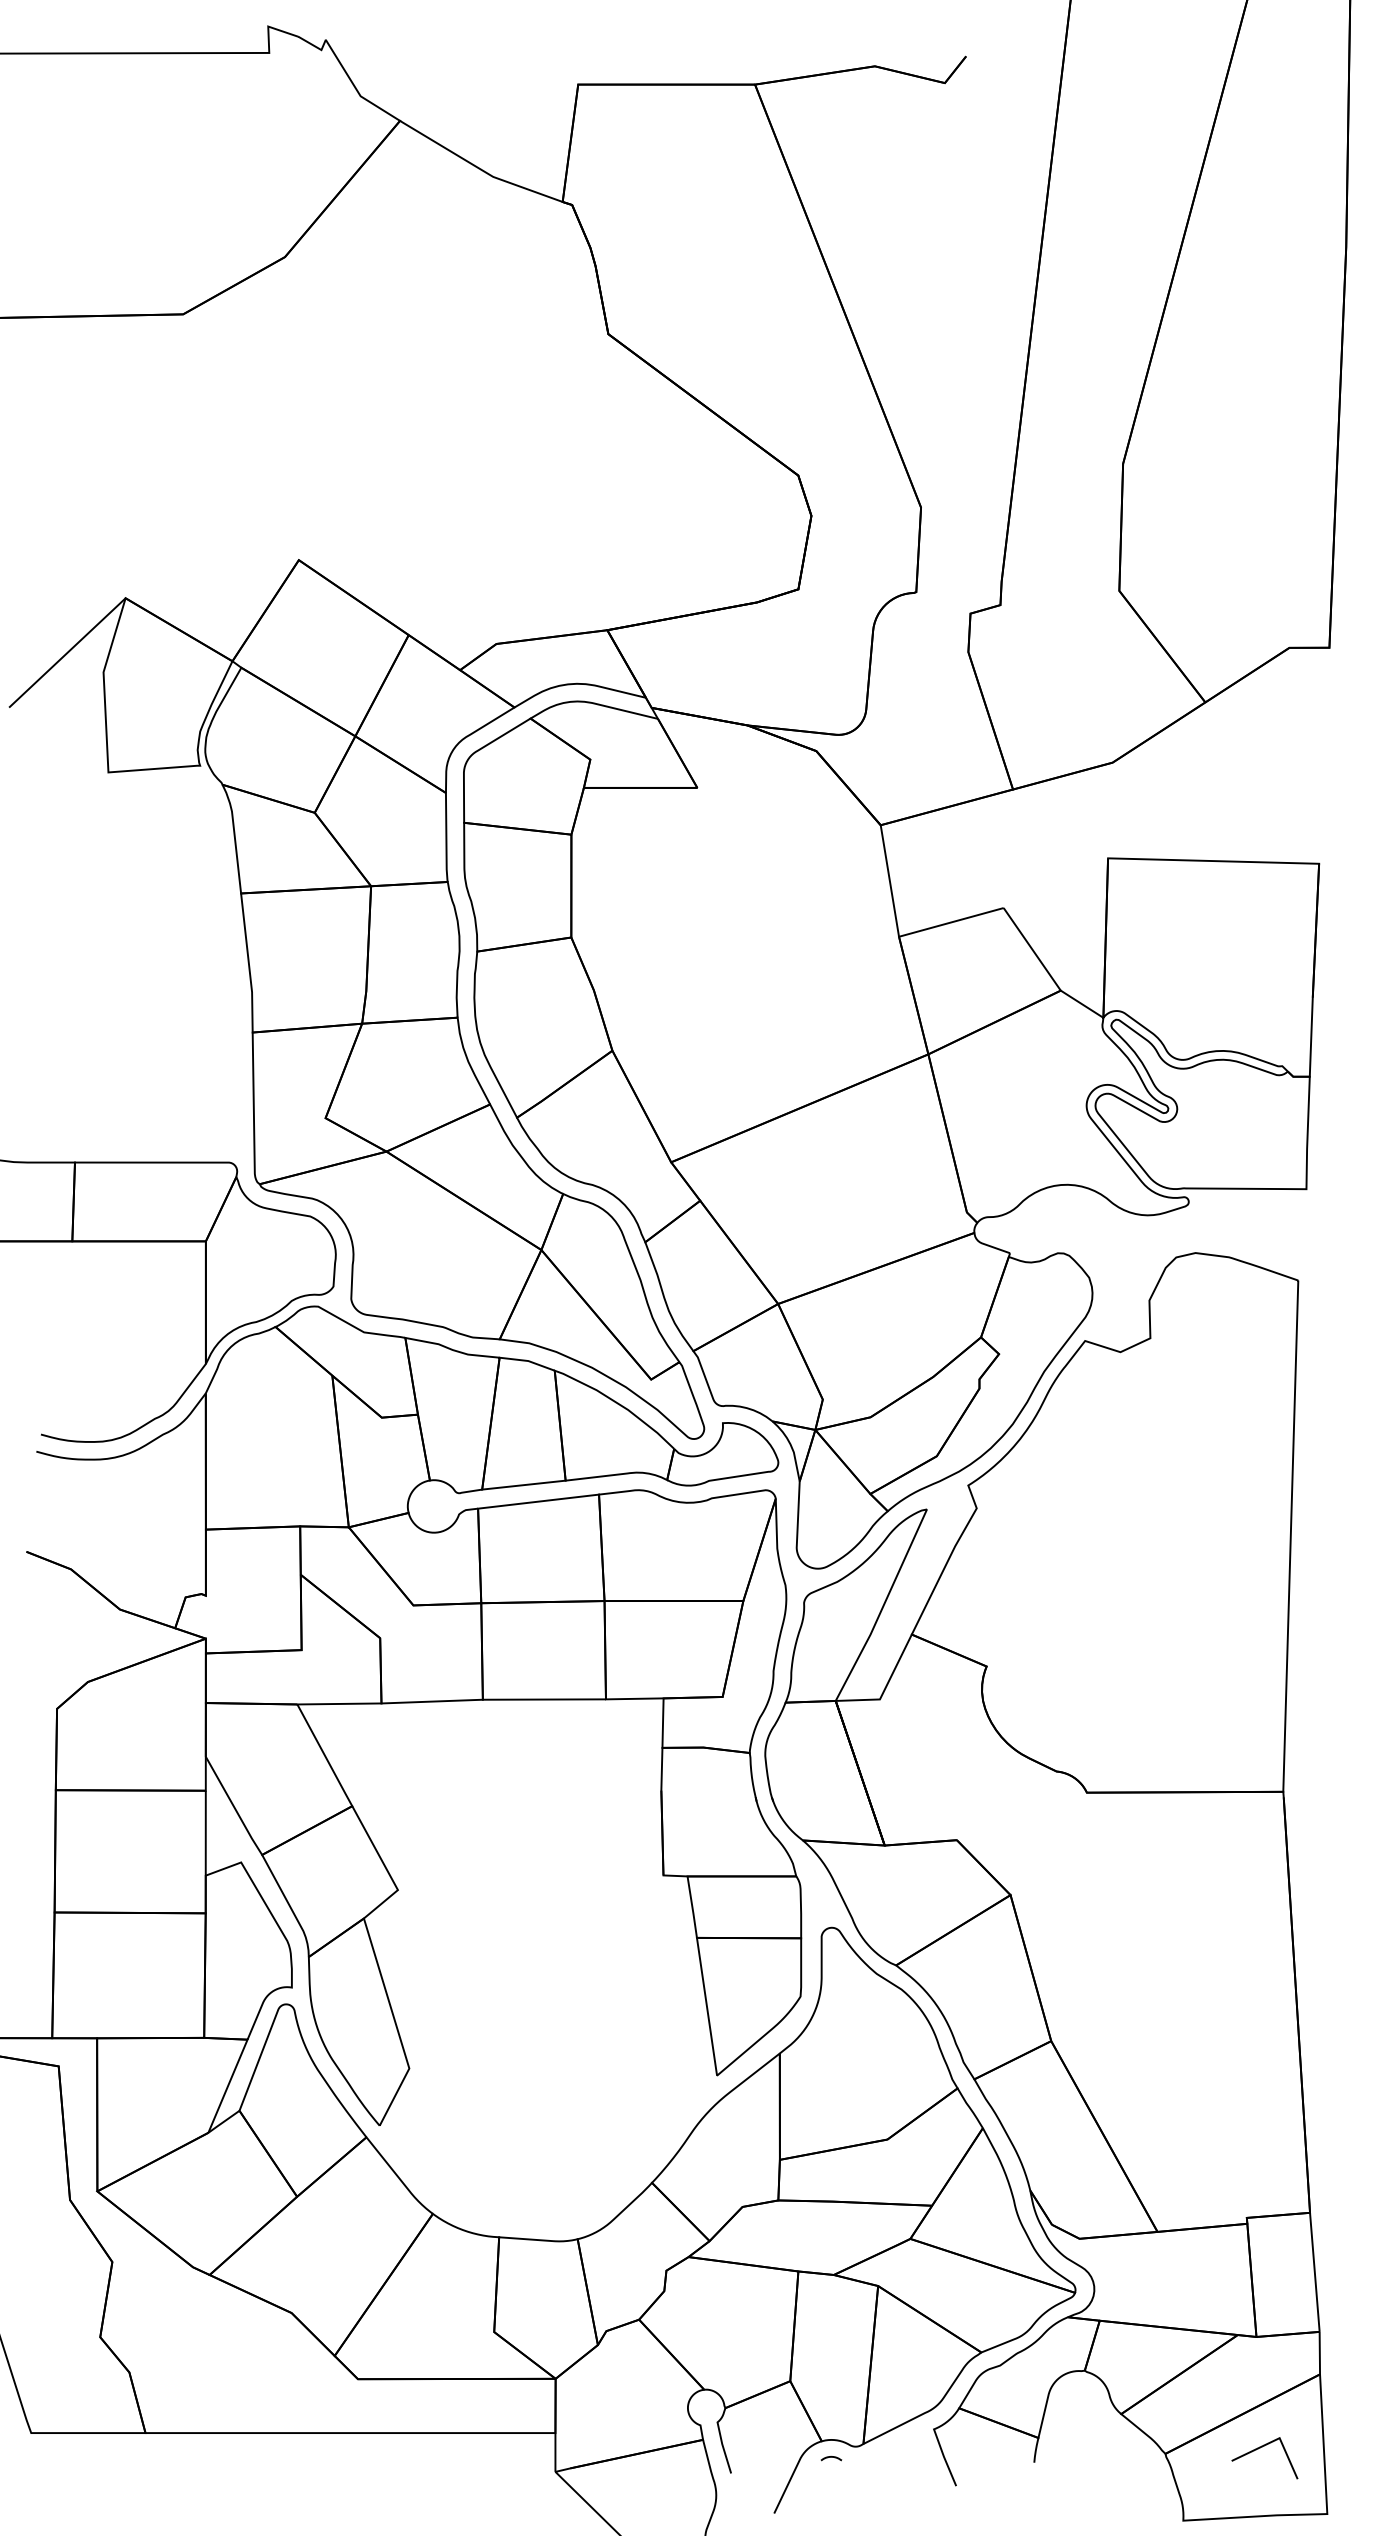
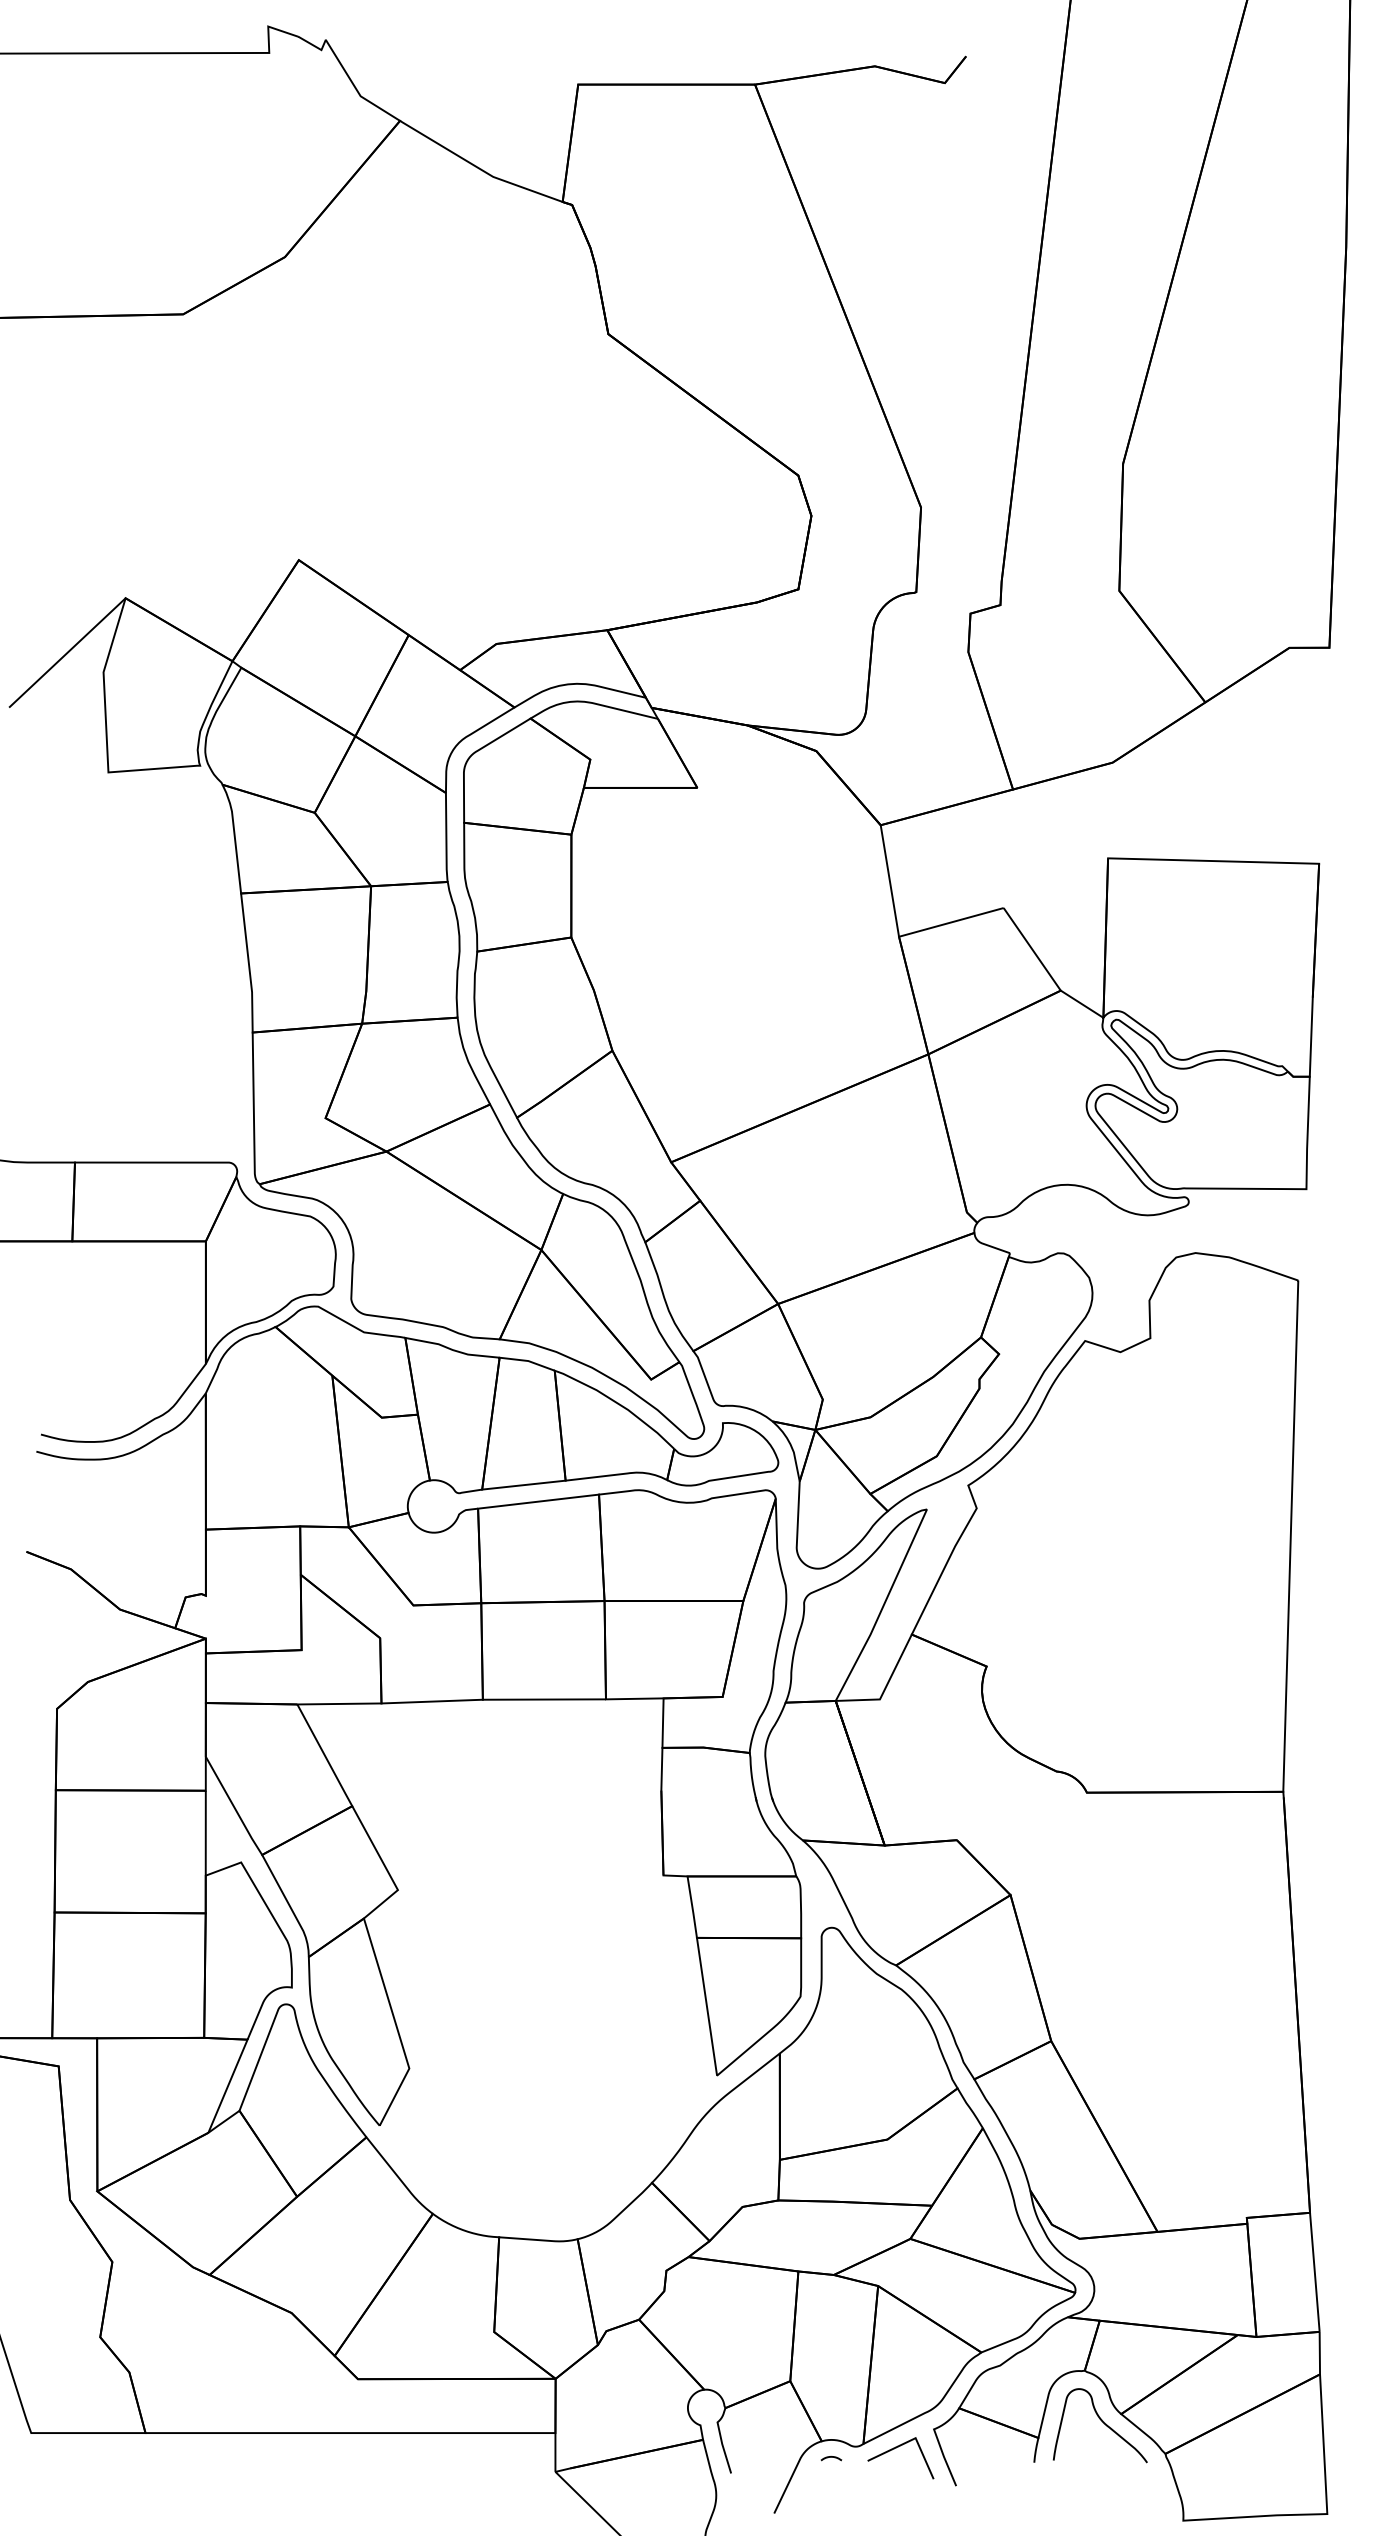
curve at (1102, 2422): none -> present
line at (1260, 2448) position: (1260, 2448) -> (896, 2448)
